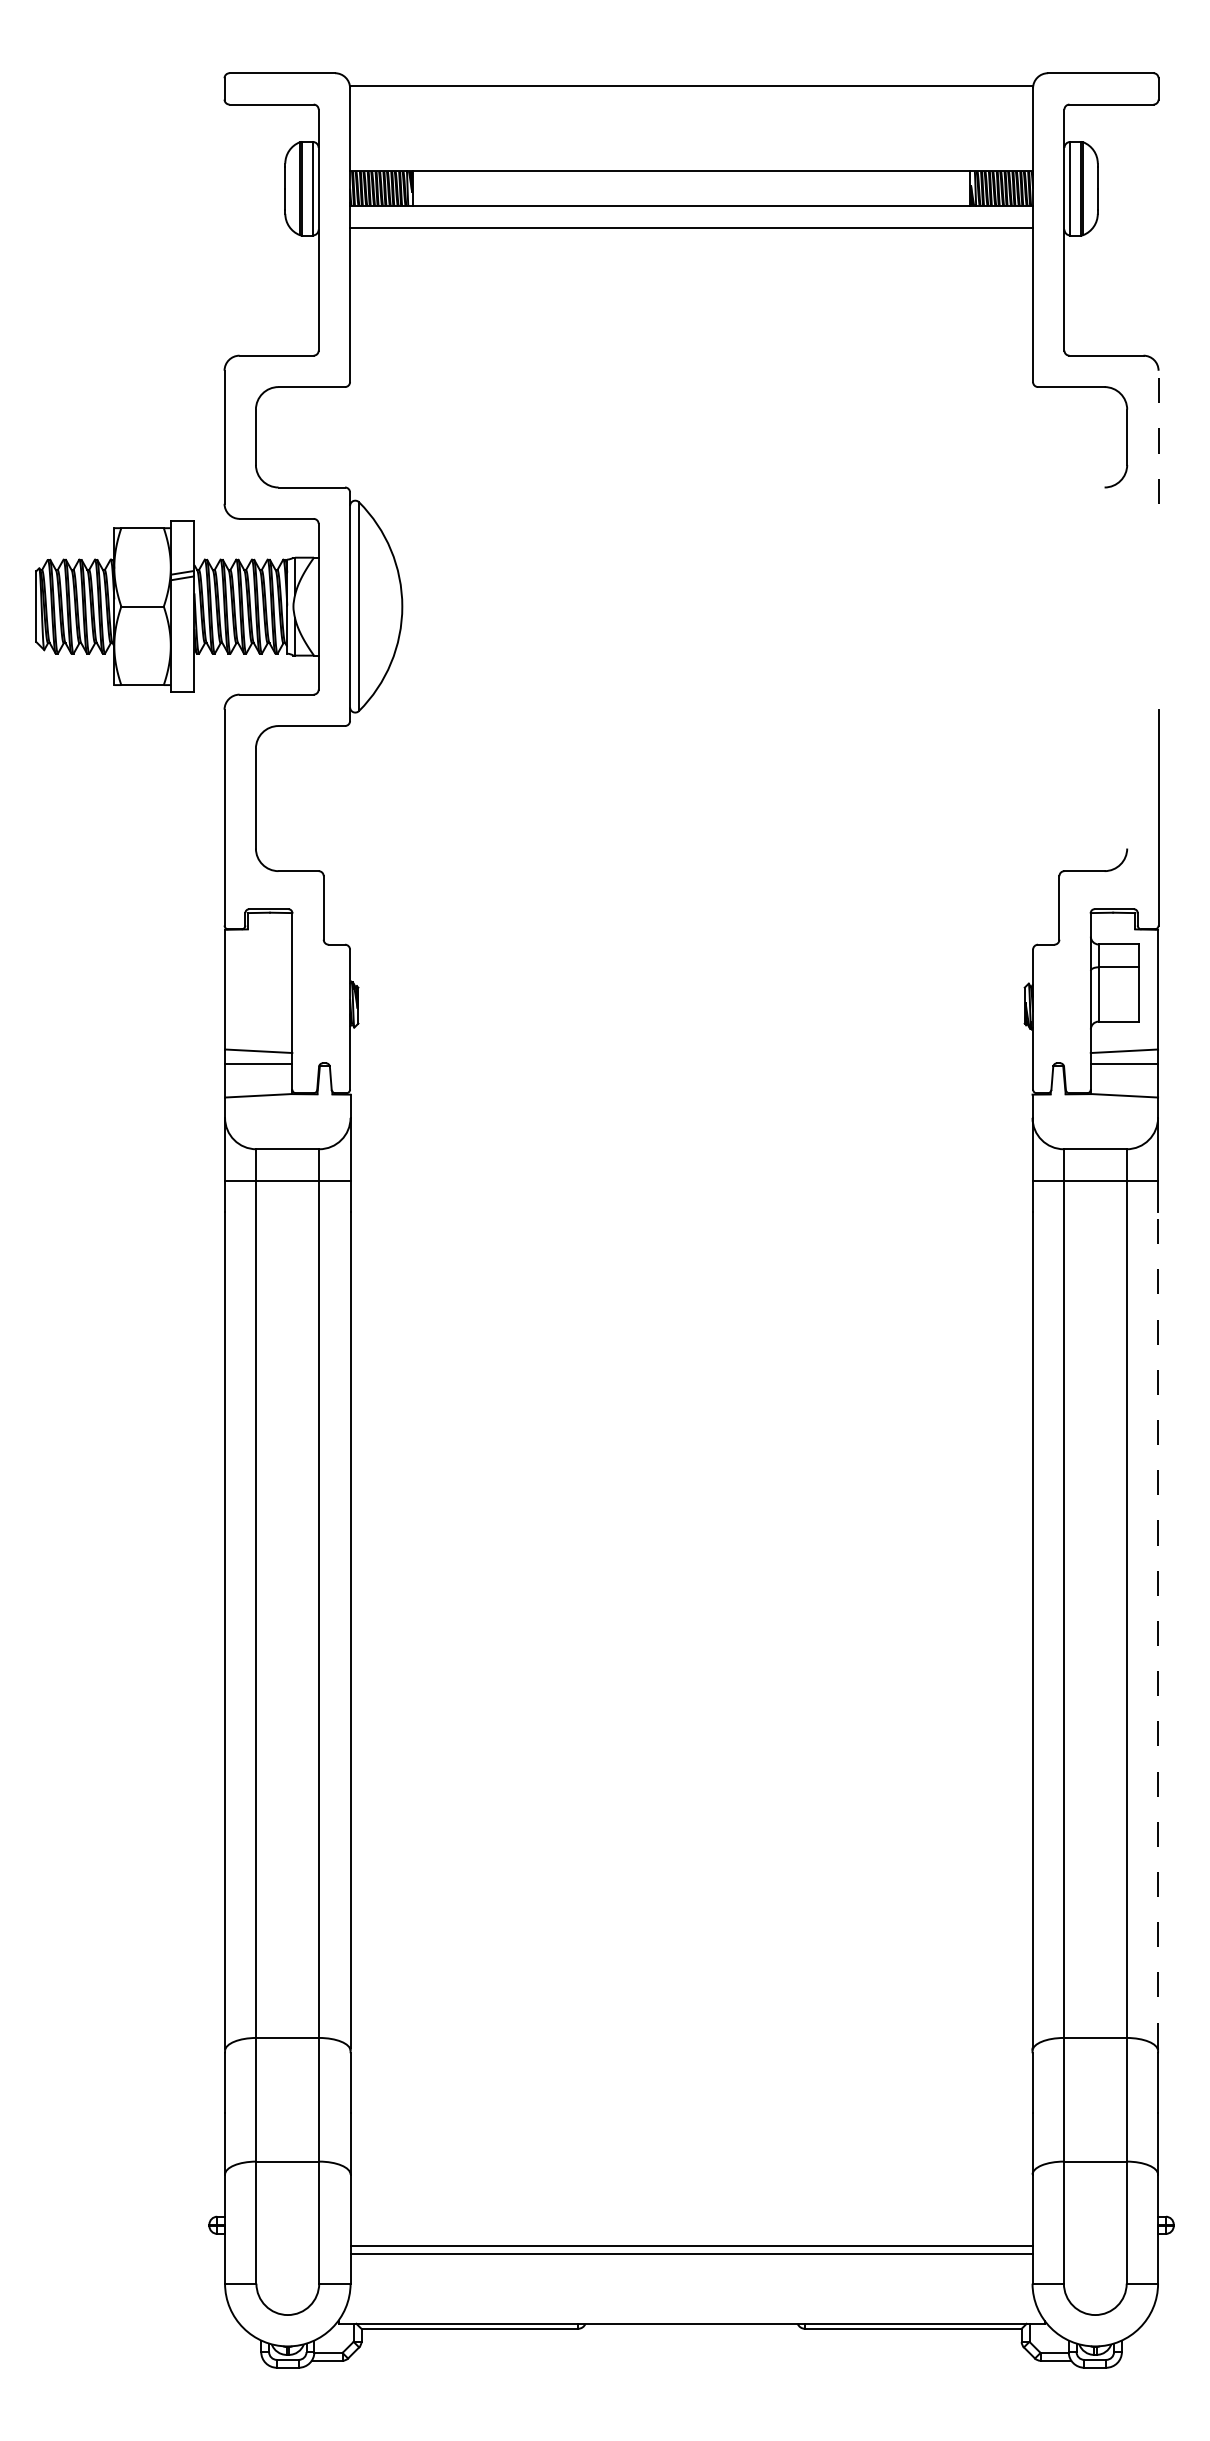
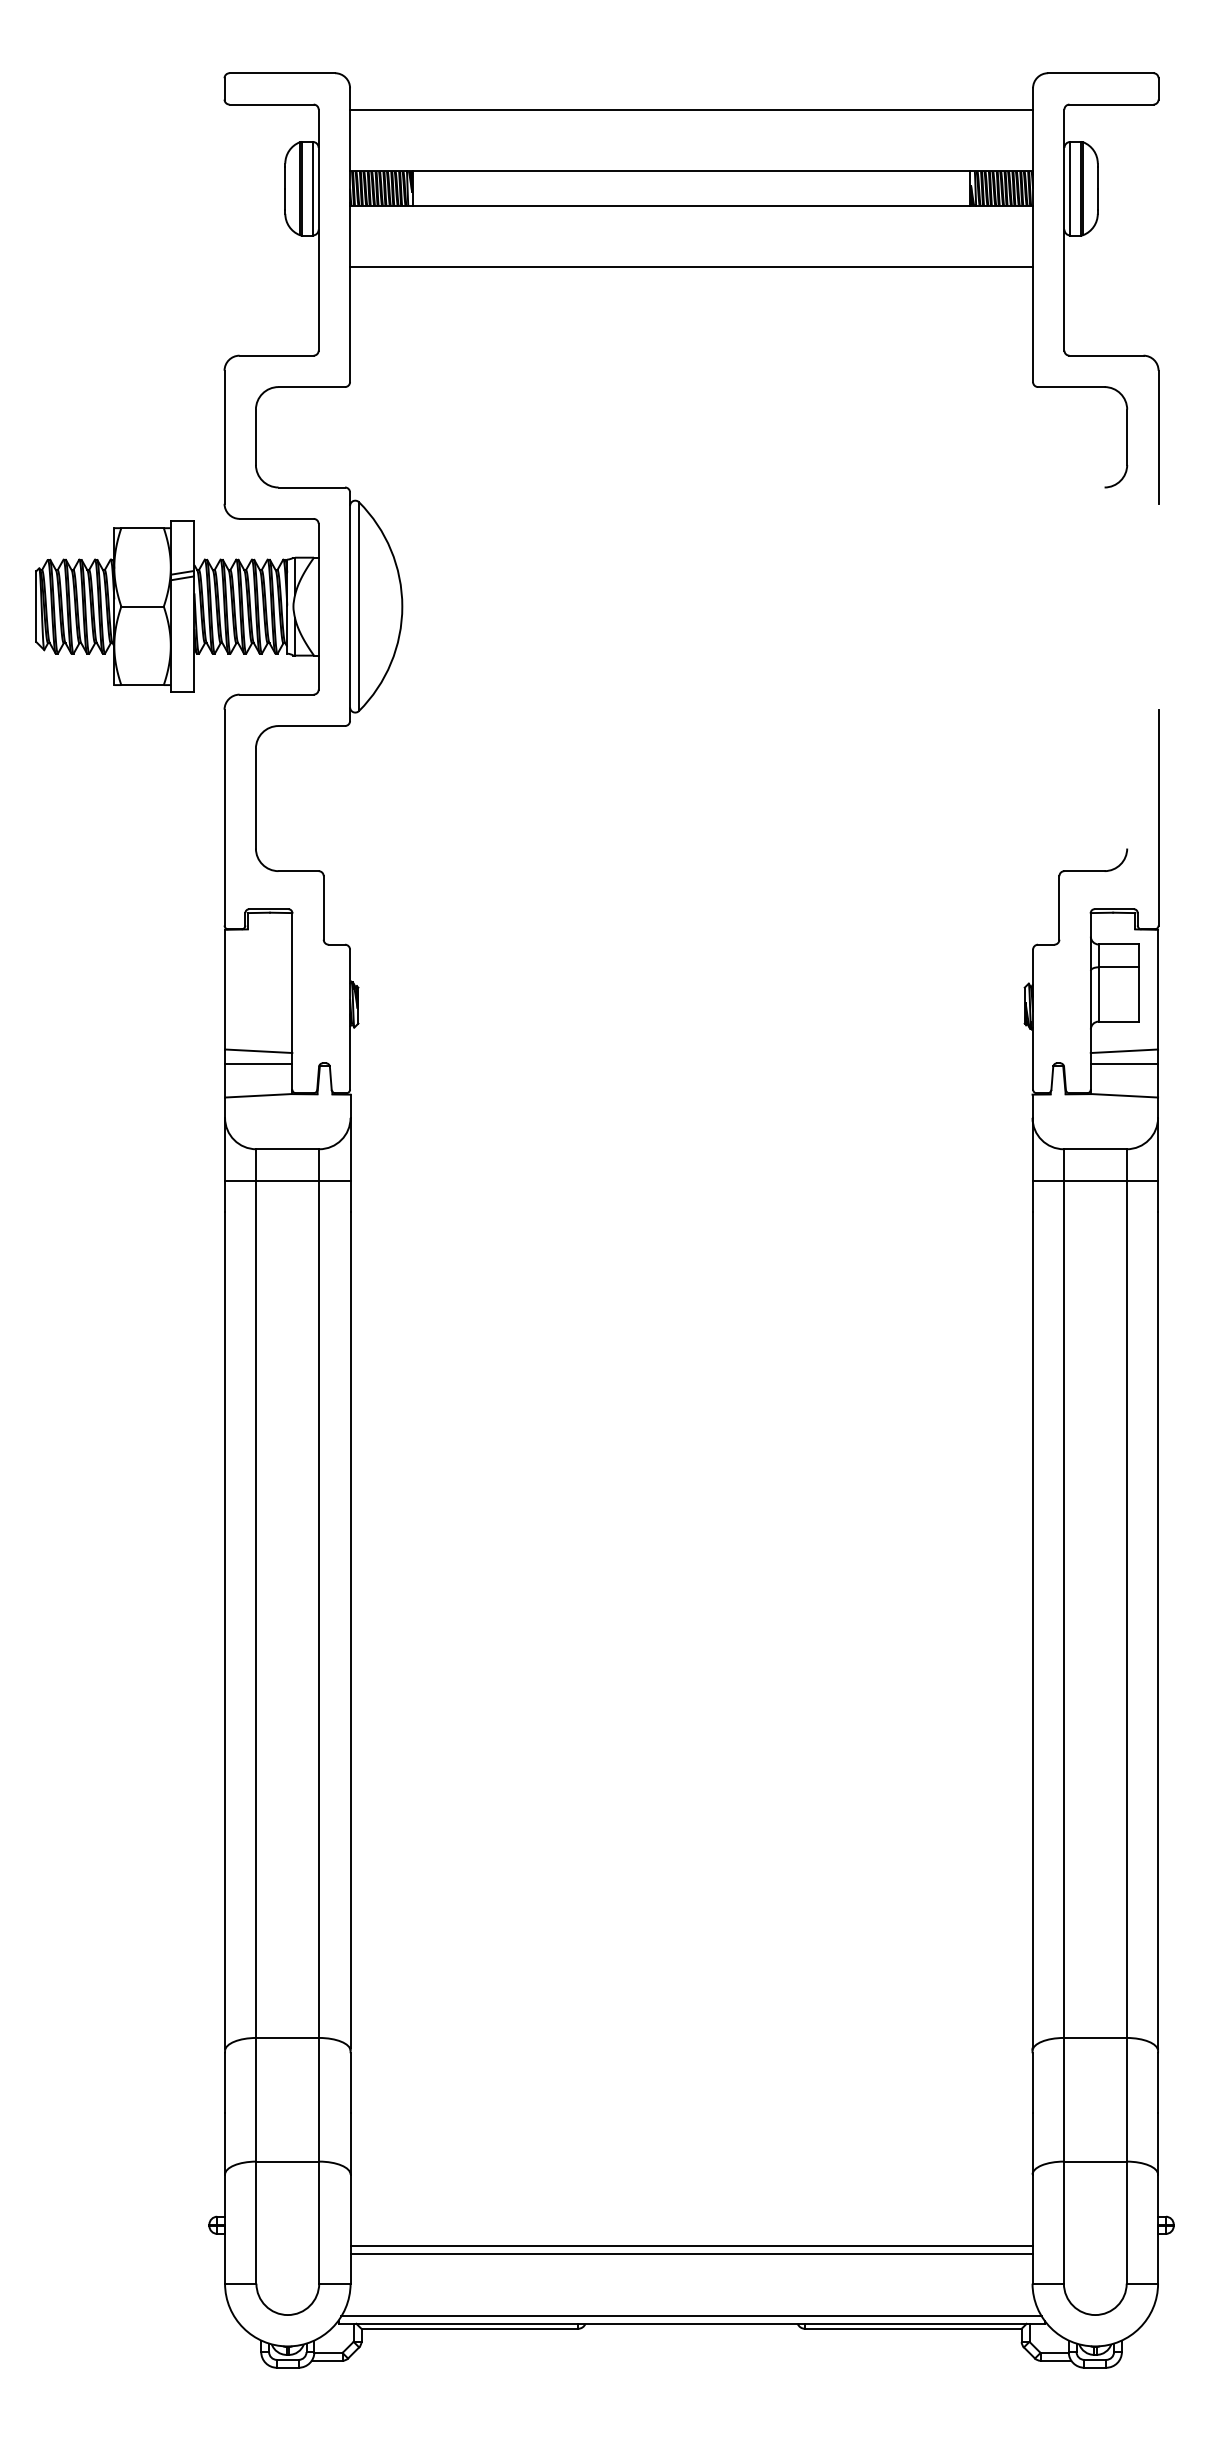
line at (691, 86) position: (691, 86) -> (691, 110)
line at (691, 228) position: (691, 228) -> (691, 267)
line at (1158, 437): dashed -> solid
line at (1158, 1629): dashed -> solid
line at (691, 2316): none -> present
